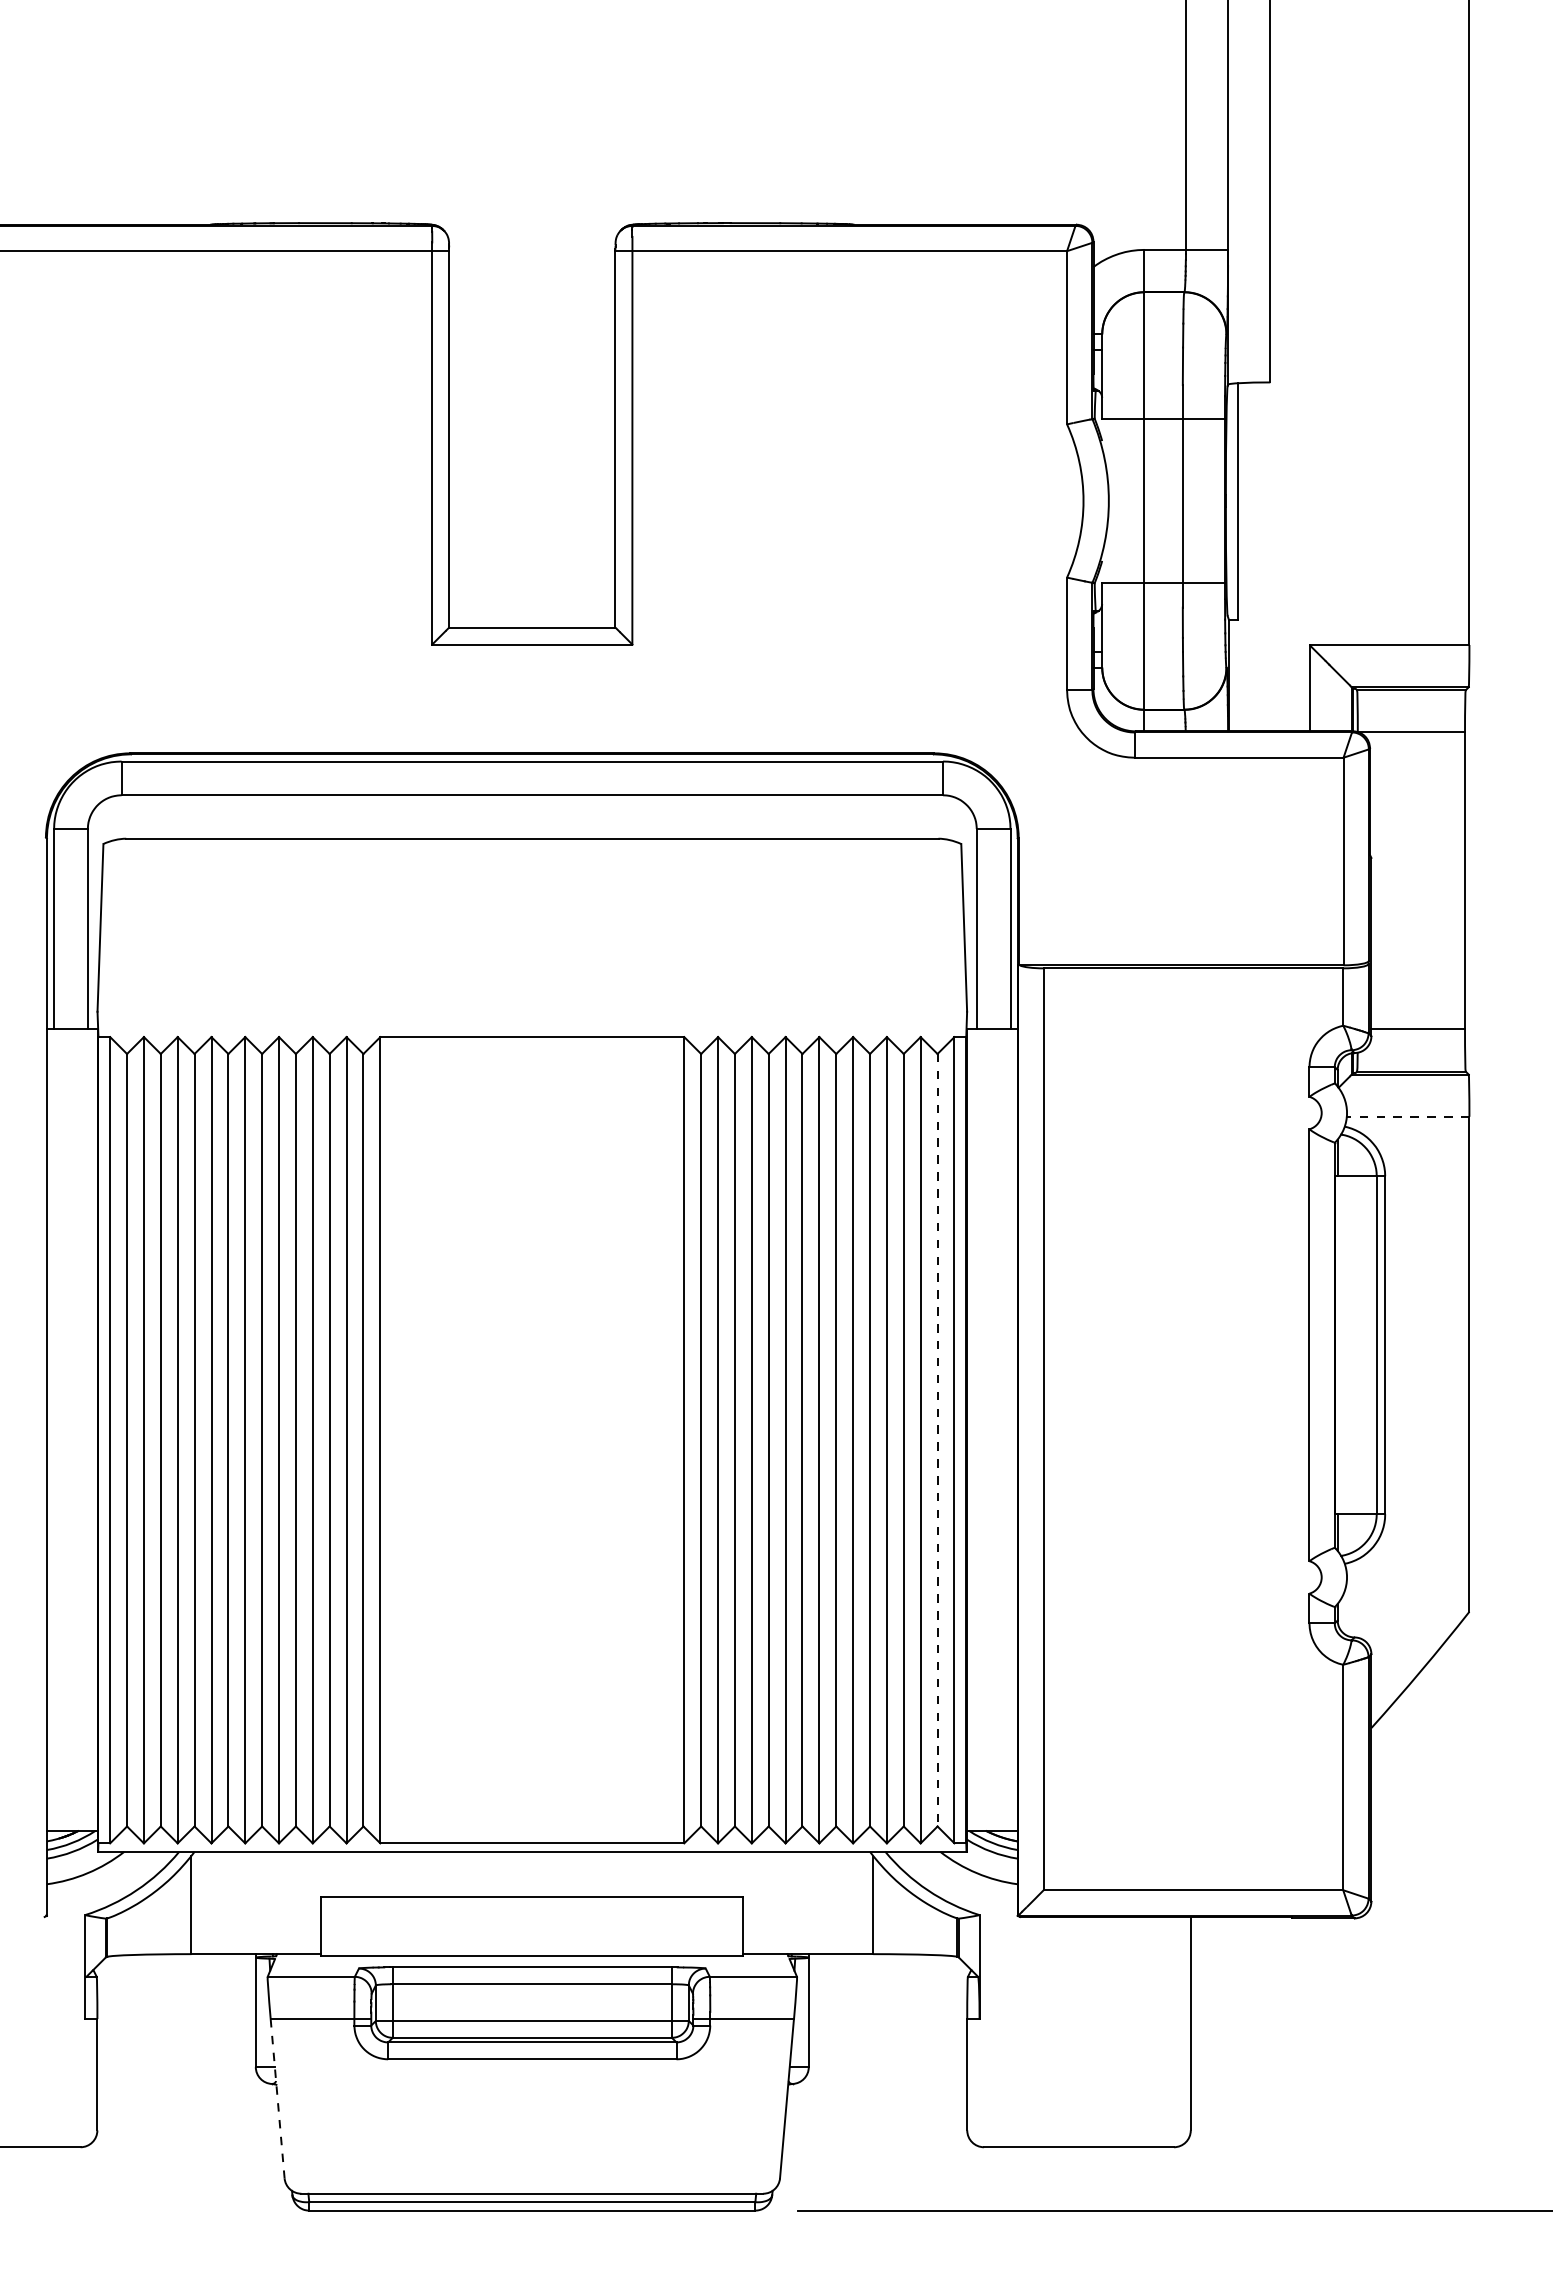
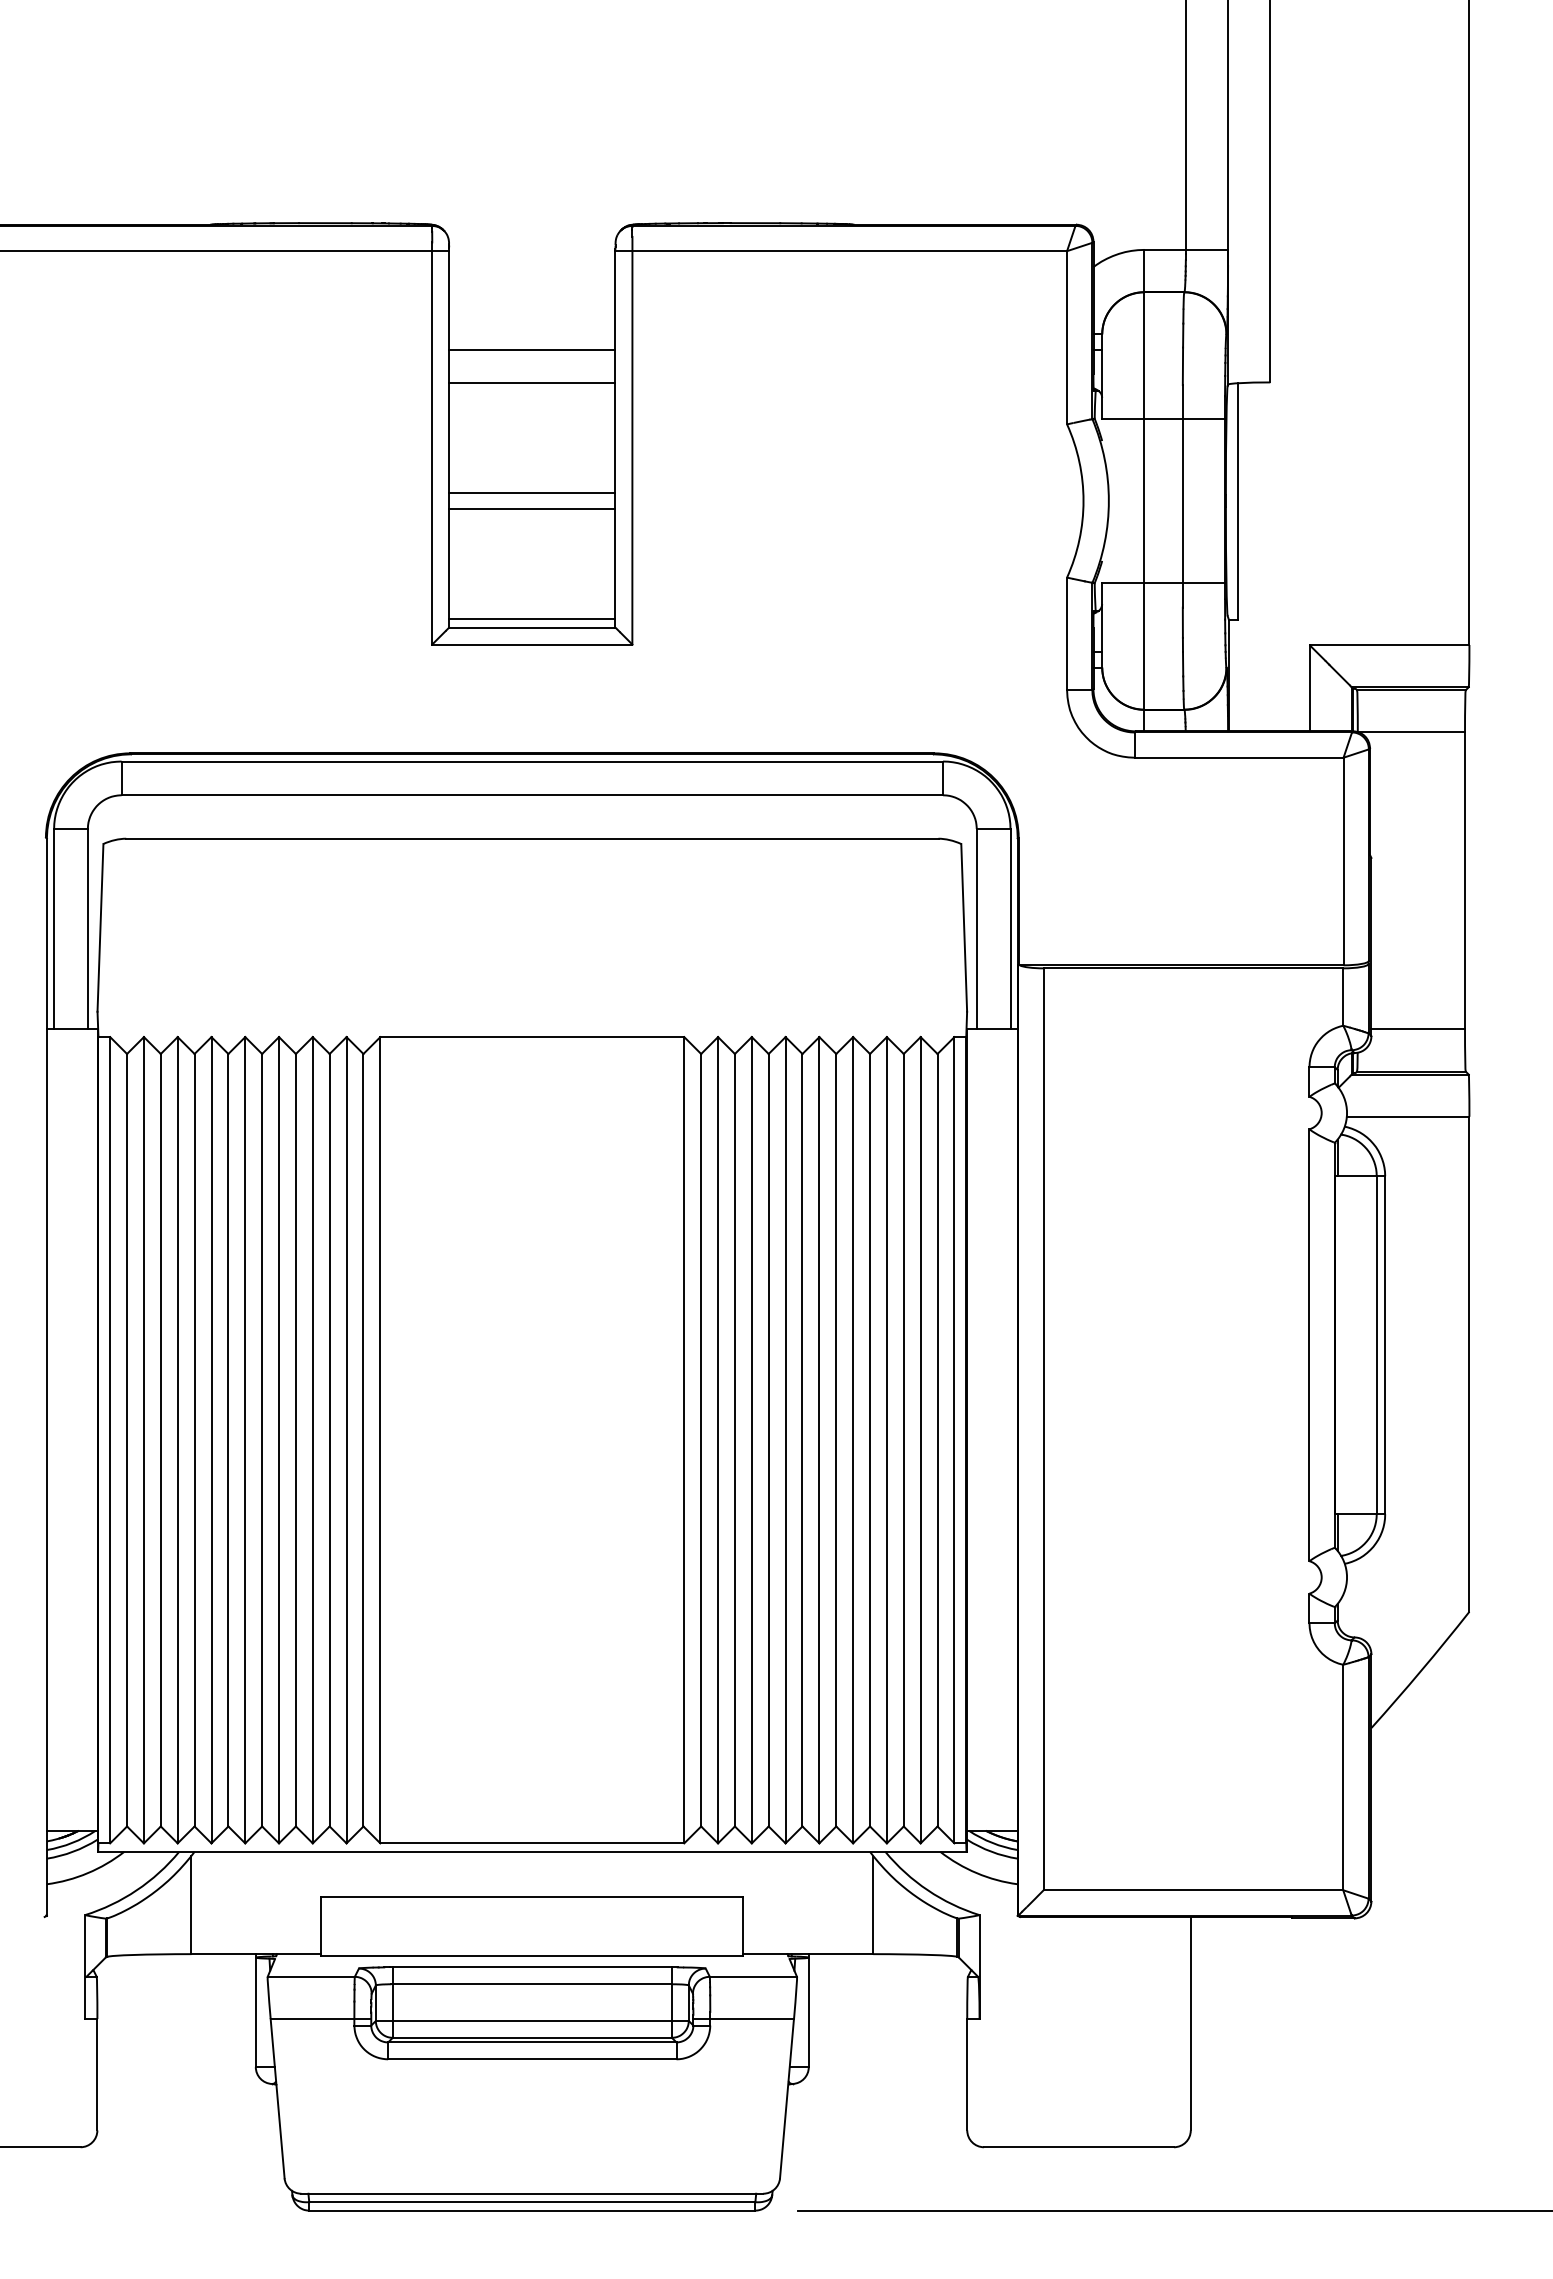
line at (532, 349): none -> present
line at (532, 383): none -> present
line at (532, 492): none -> present
line at (532, 509): none -> present
line at (532, 618): none -> present
line at (1407, 1116): dashed -> solid
line at (937, 1440): dashed -> solid
line at (277, 2098): dashed -> solid
